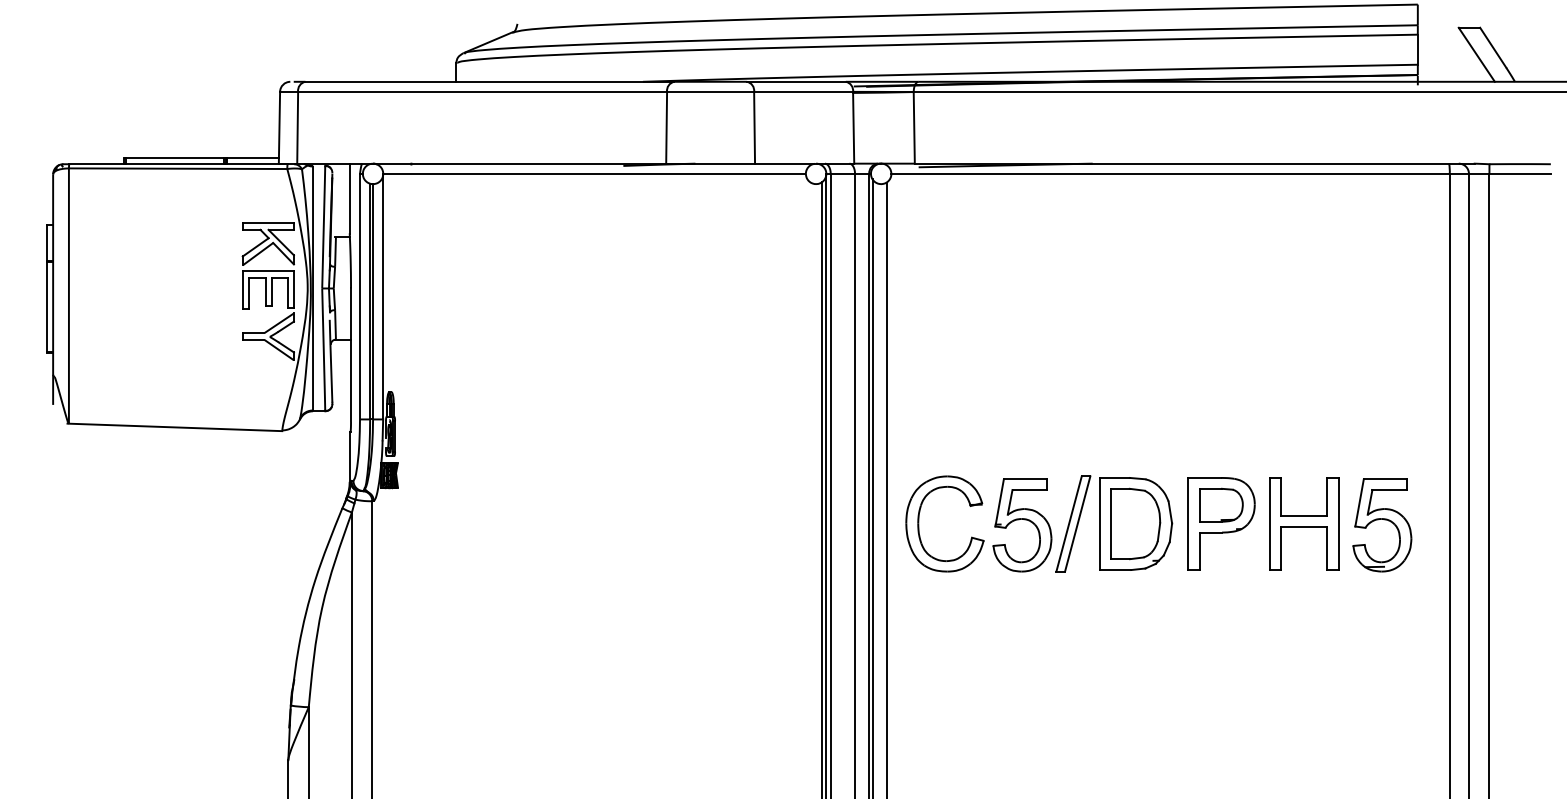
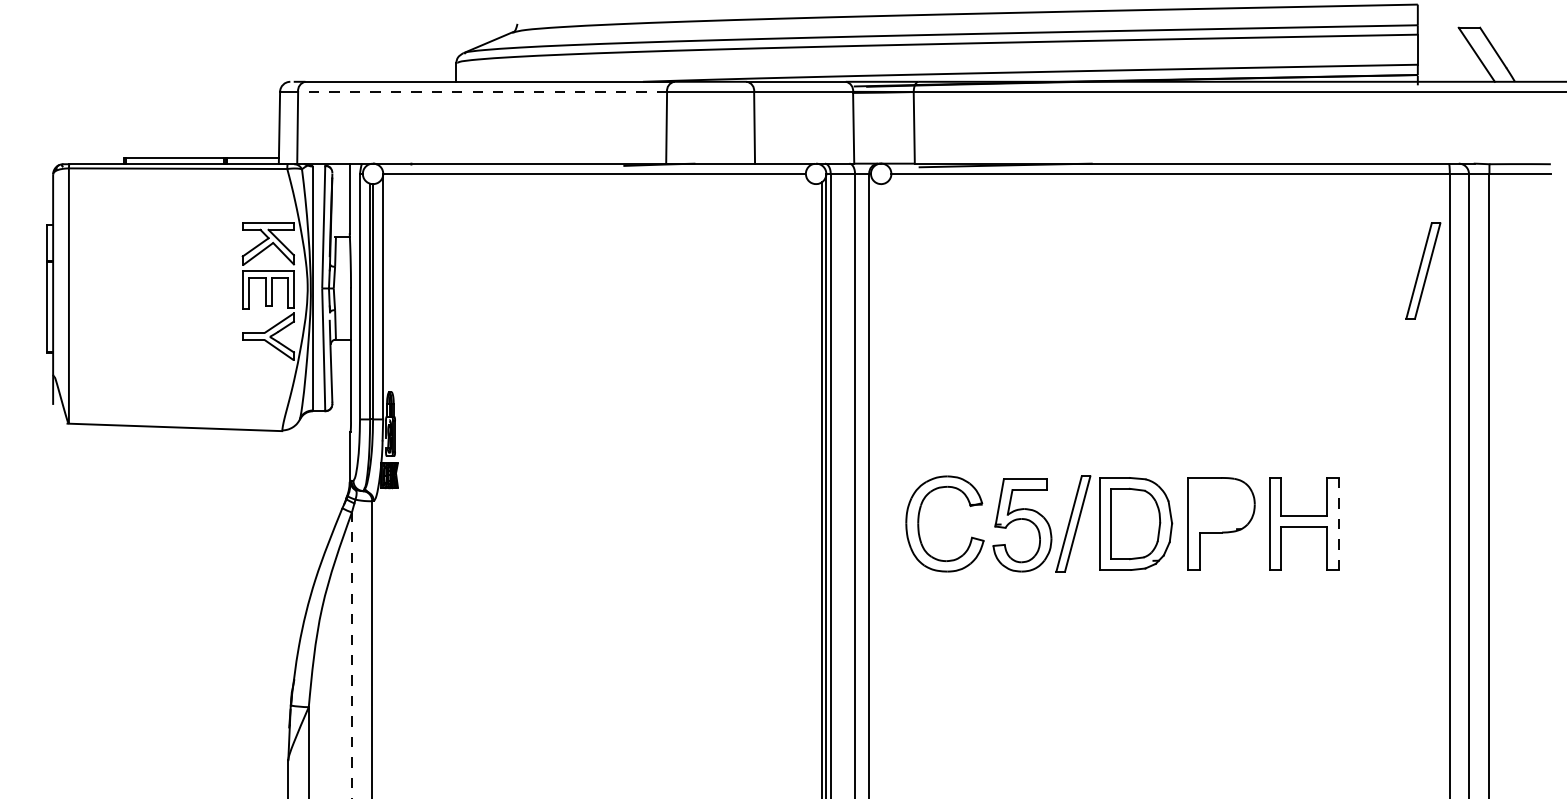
line at (482, 91): solid -> dashed
part at (1423, 270): none -> present
line at (872, 487): present -> none
line at (886, 488): present -> none
part at (1221, 504): present -> none
line at (1338, 524): solid -> dashed
part at (1382, 525): present -> none
line at (351, 655): solid -> dashed
